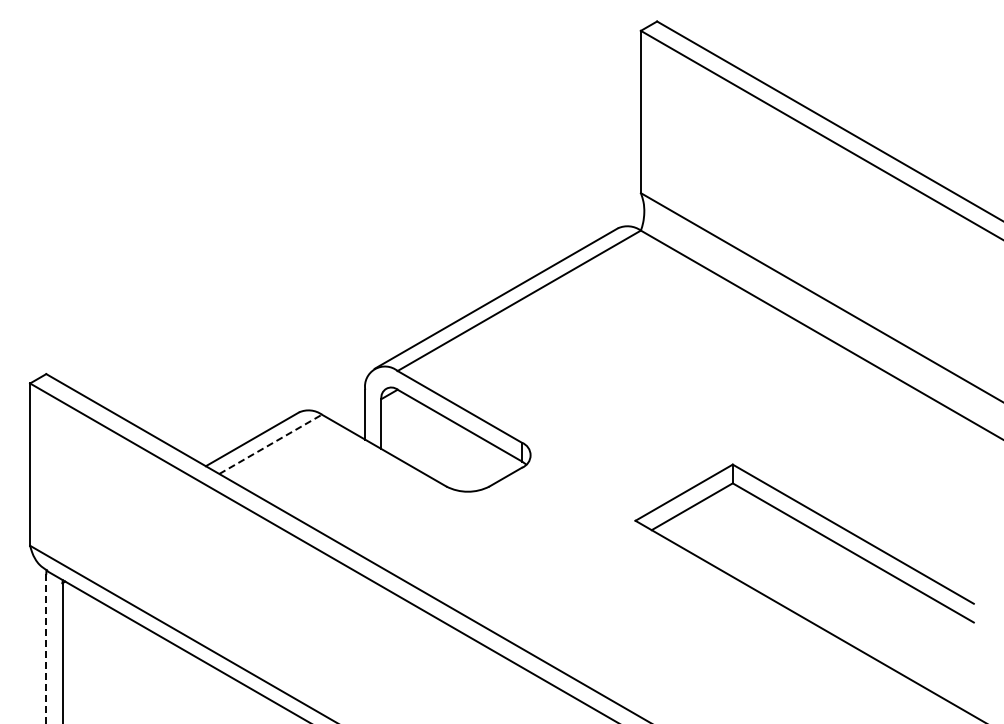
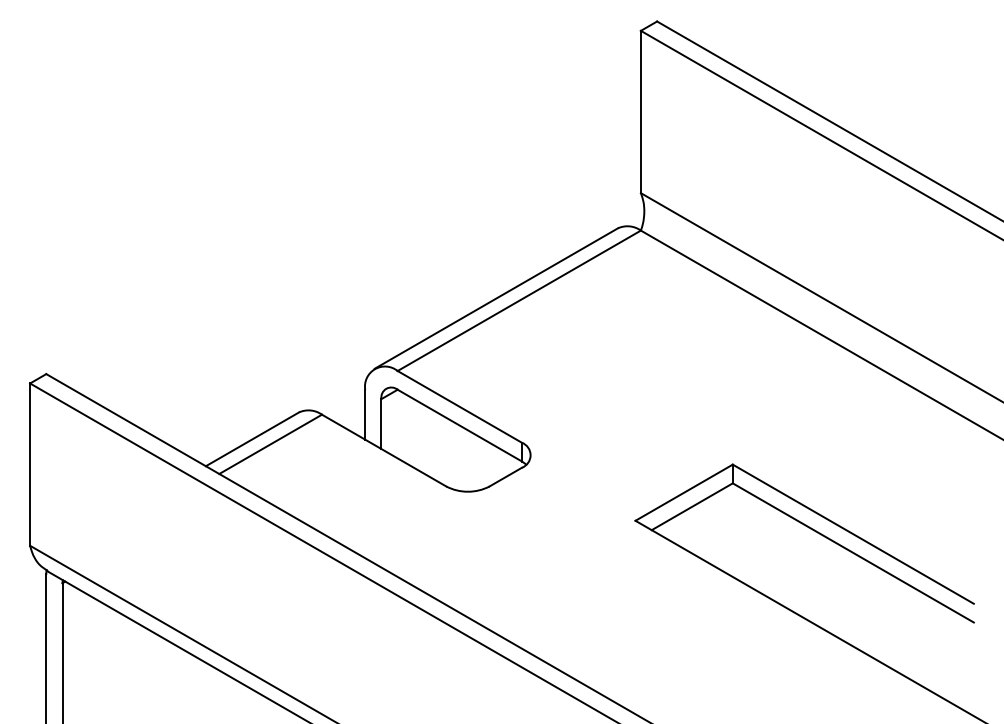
line at (271, 444): dashed -> solid
line at (46, 648): dashed -> solid
